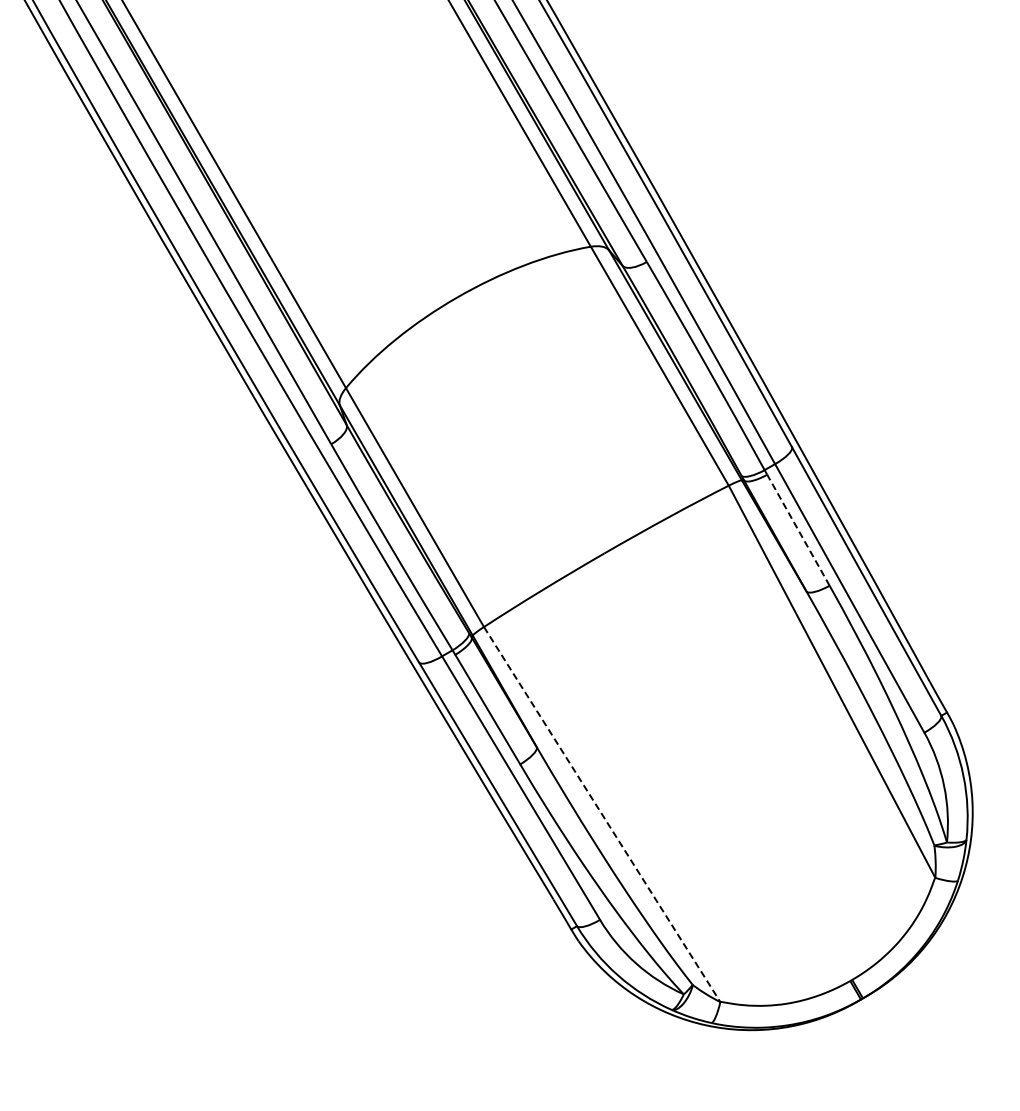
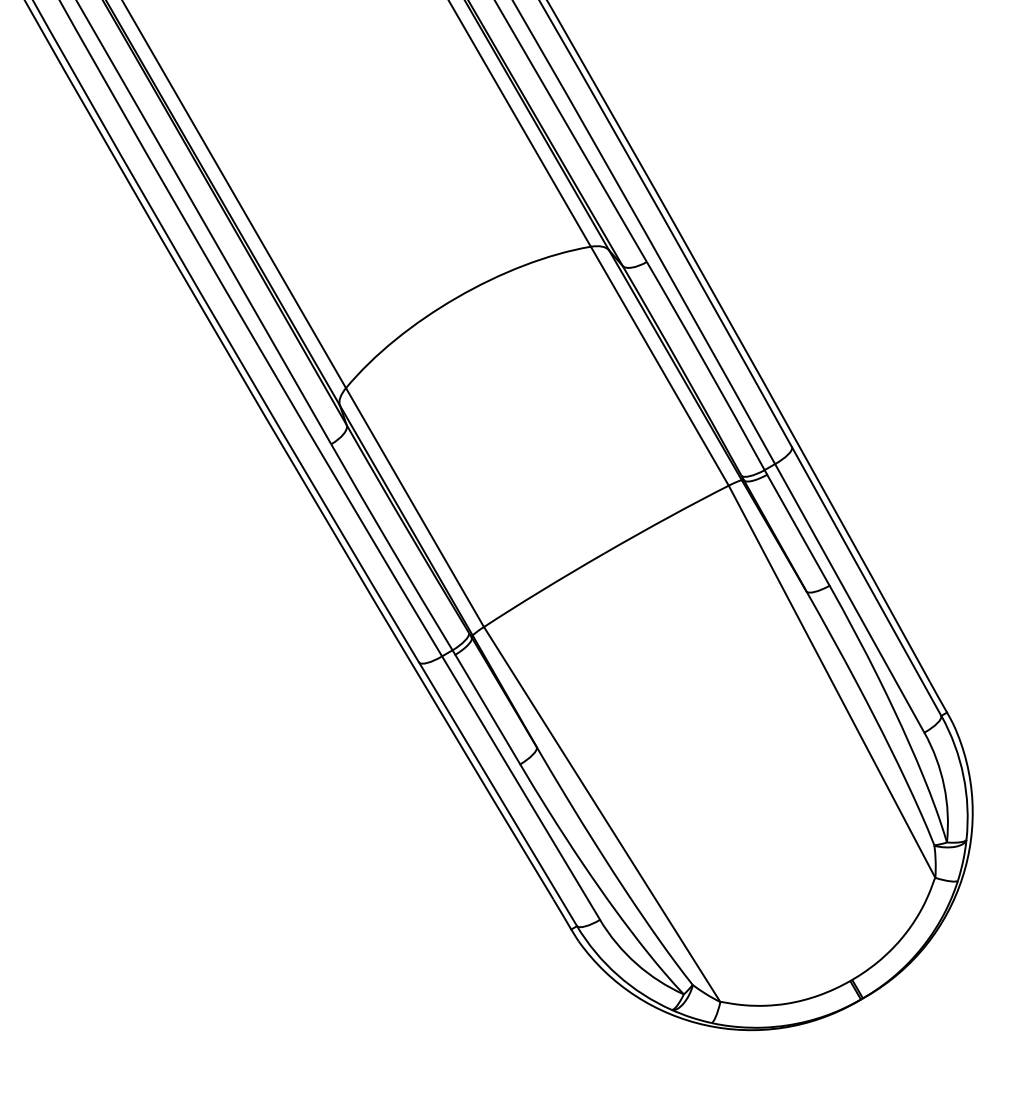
line at (798, 530): dashed -> solid
line at (602, 814): dashed -> solid
